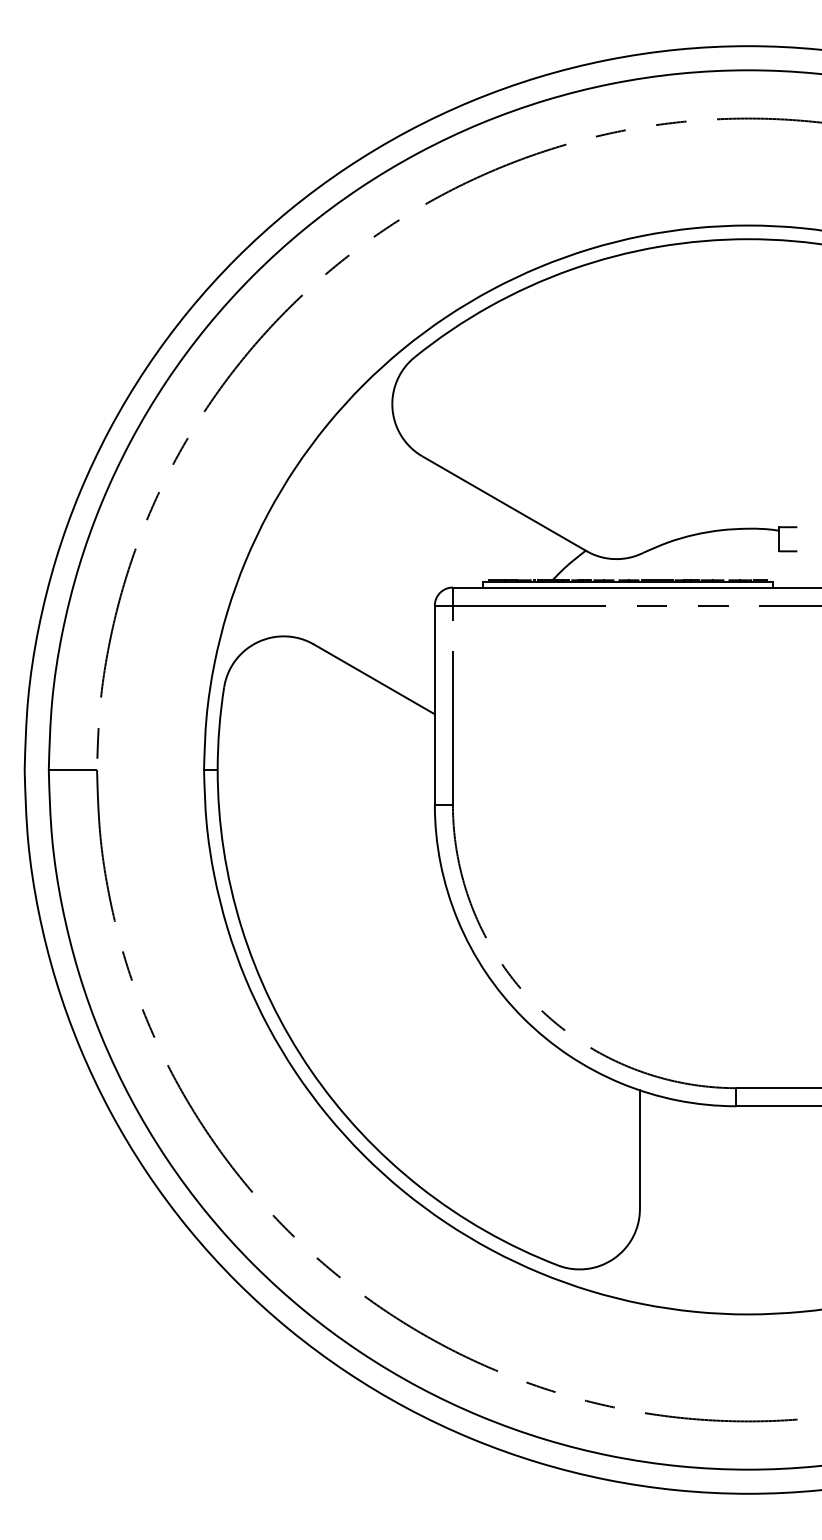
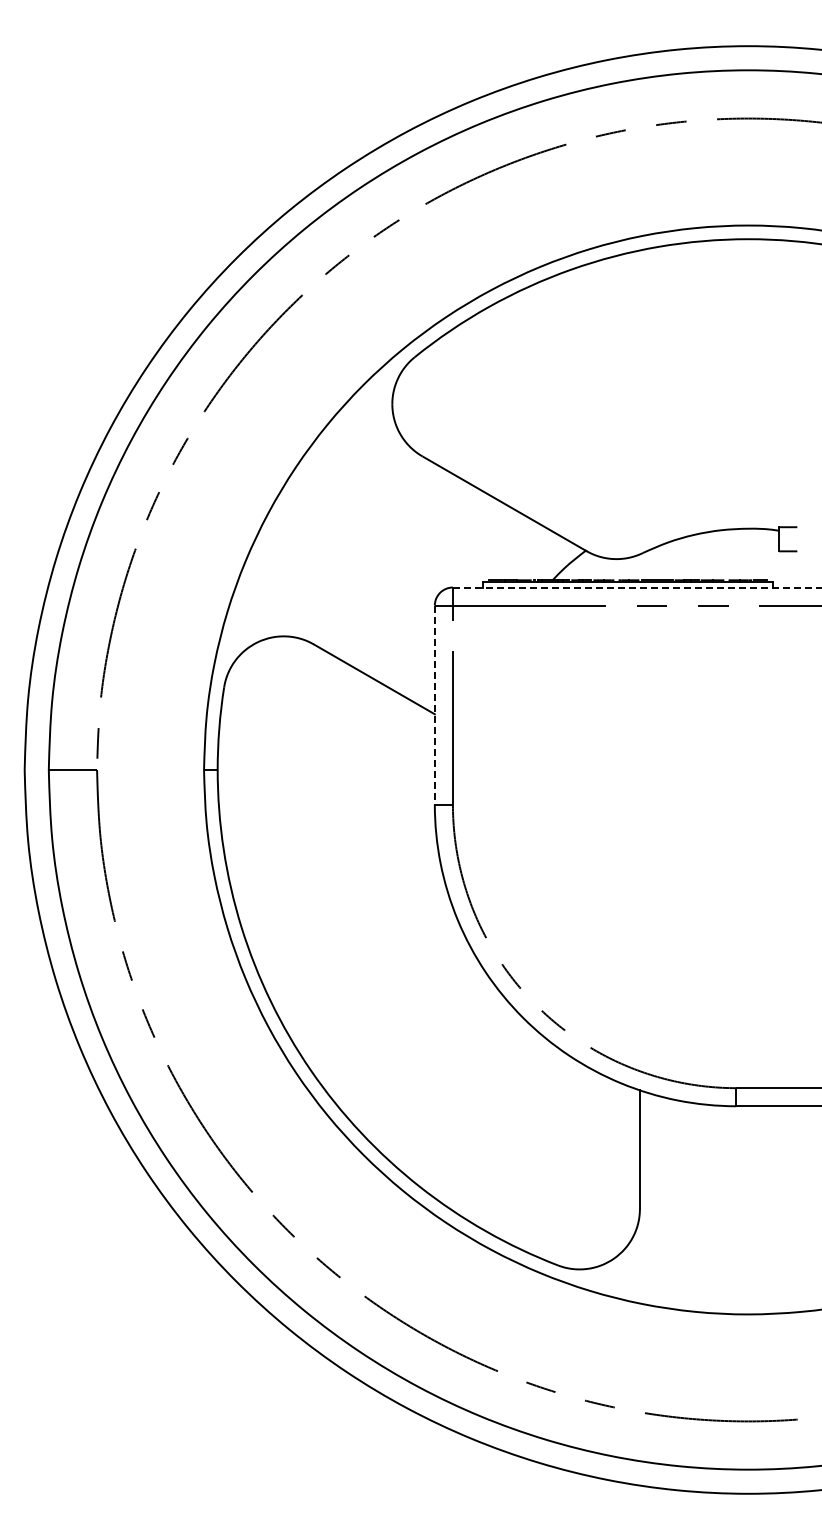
line at (637, 587): solid -> dashed
line at (434, 705): solid -> dashed
